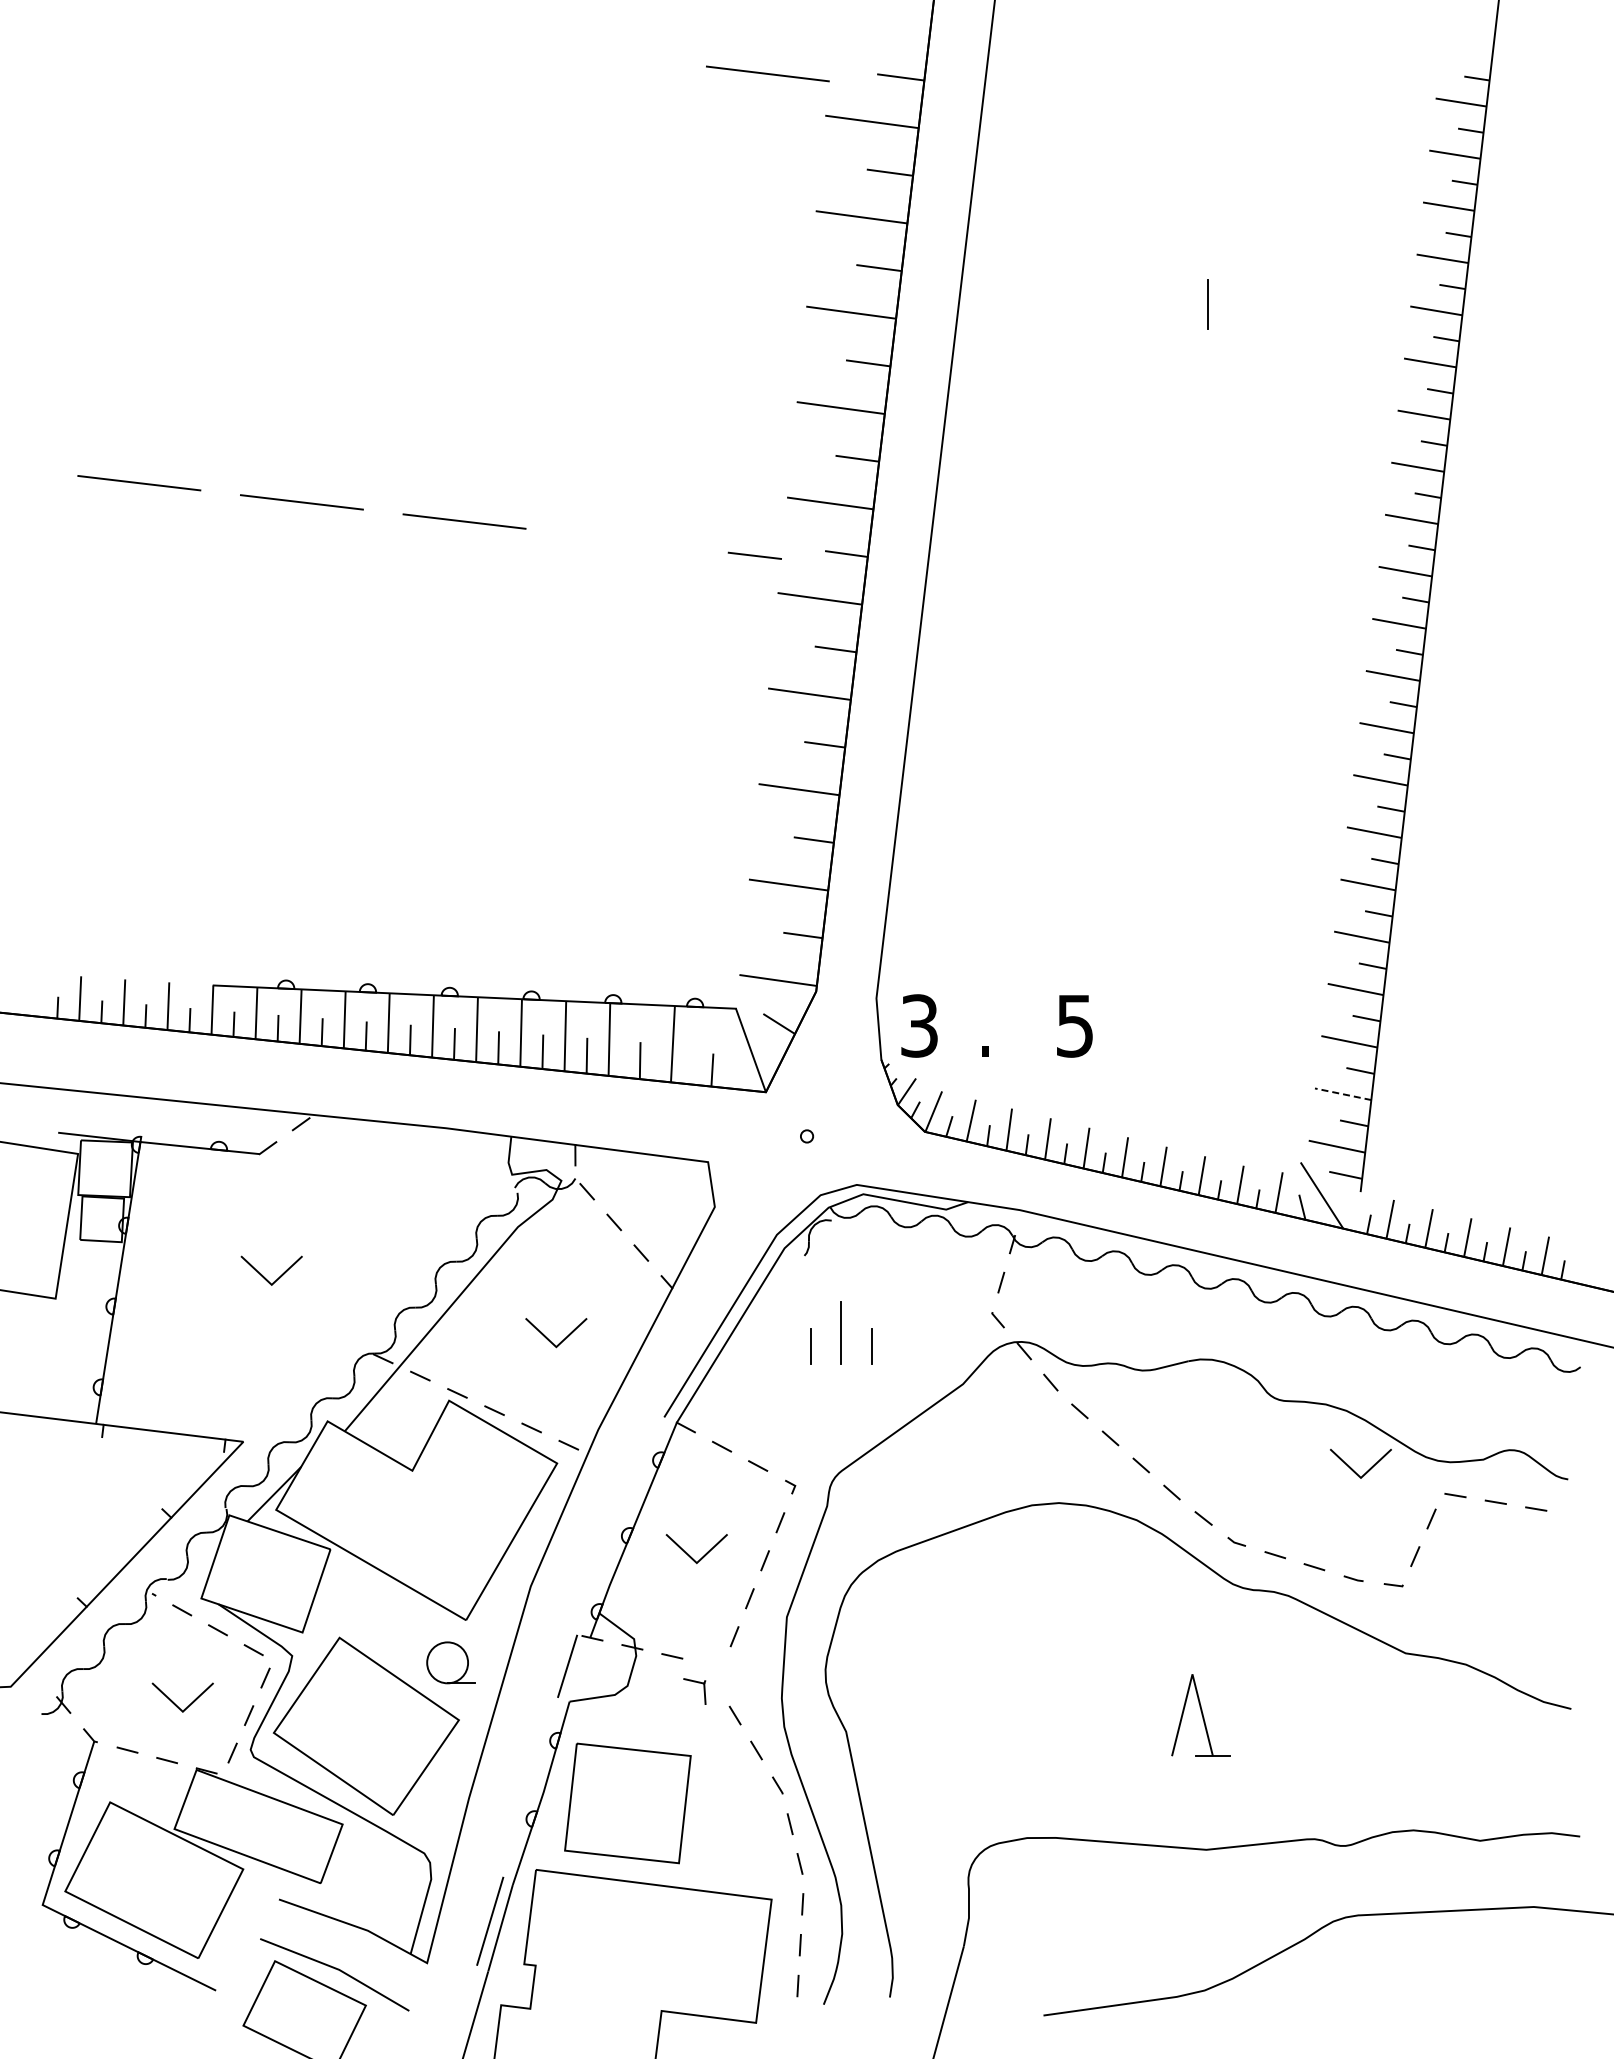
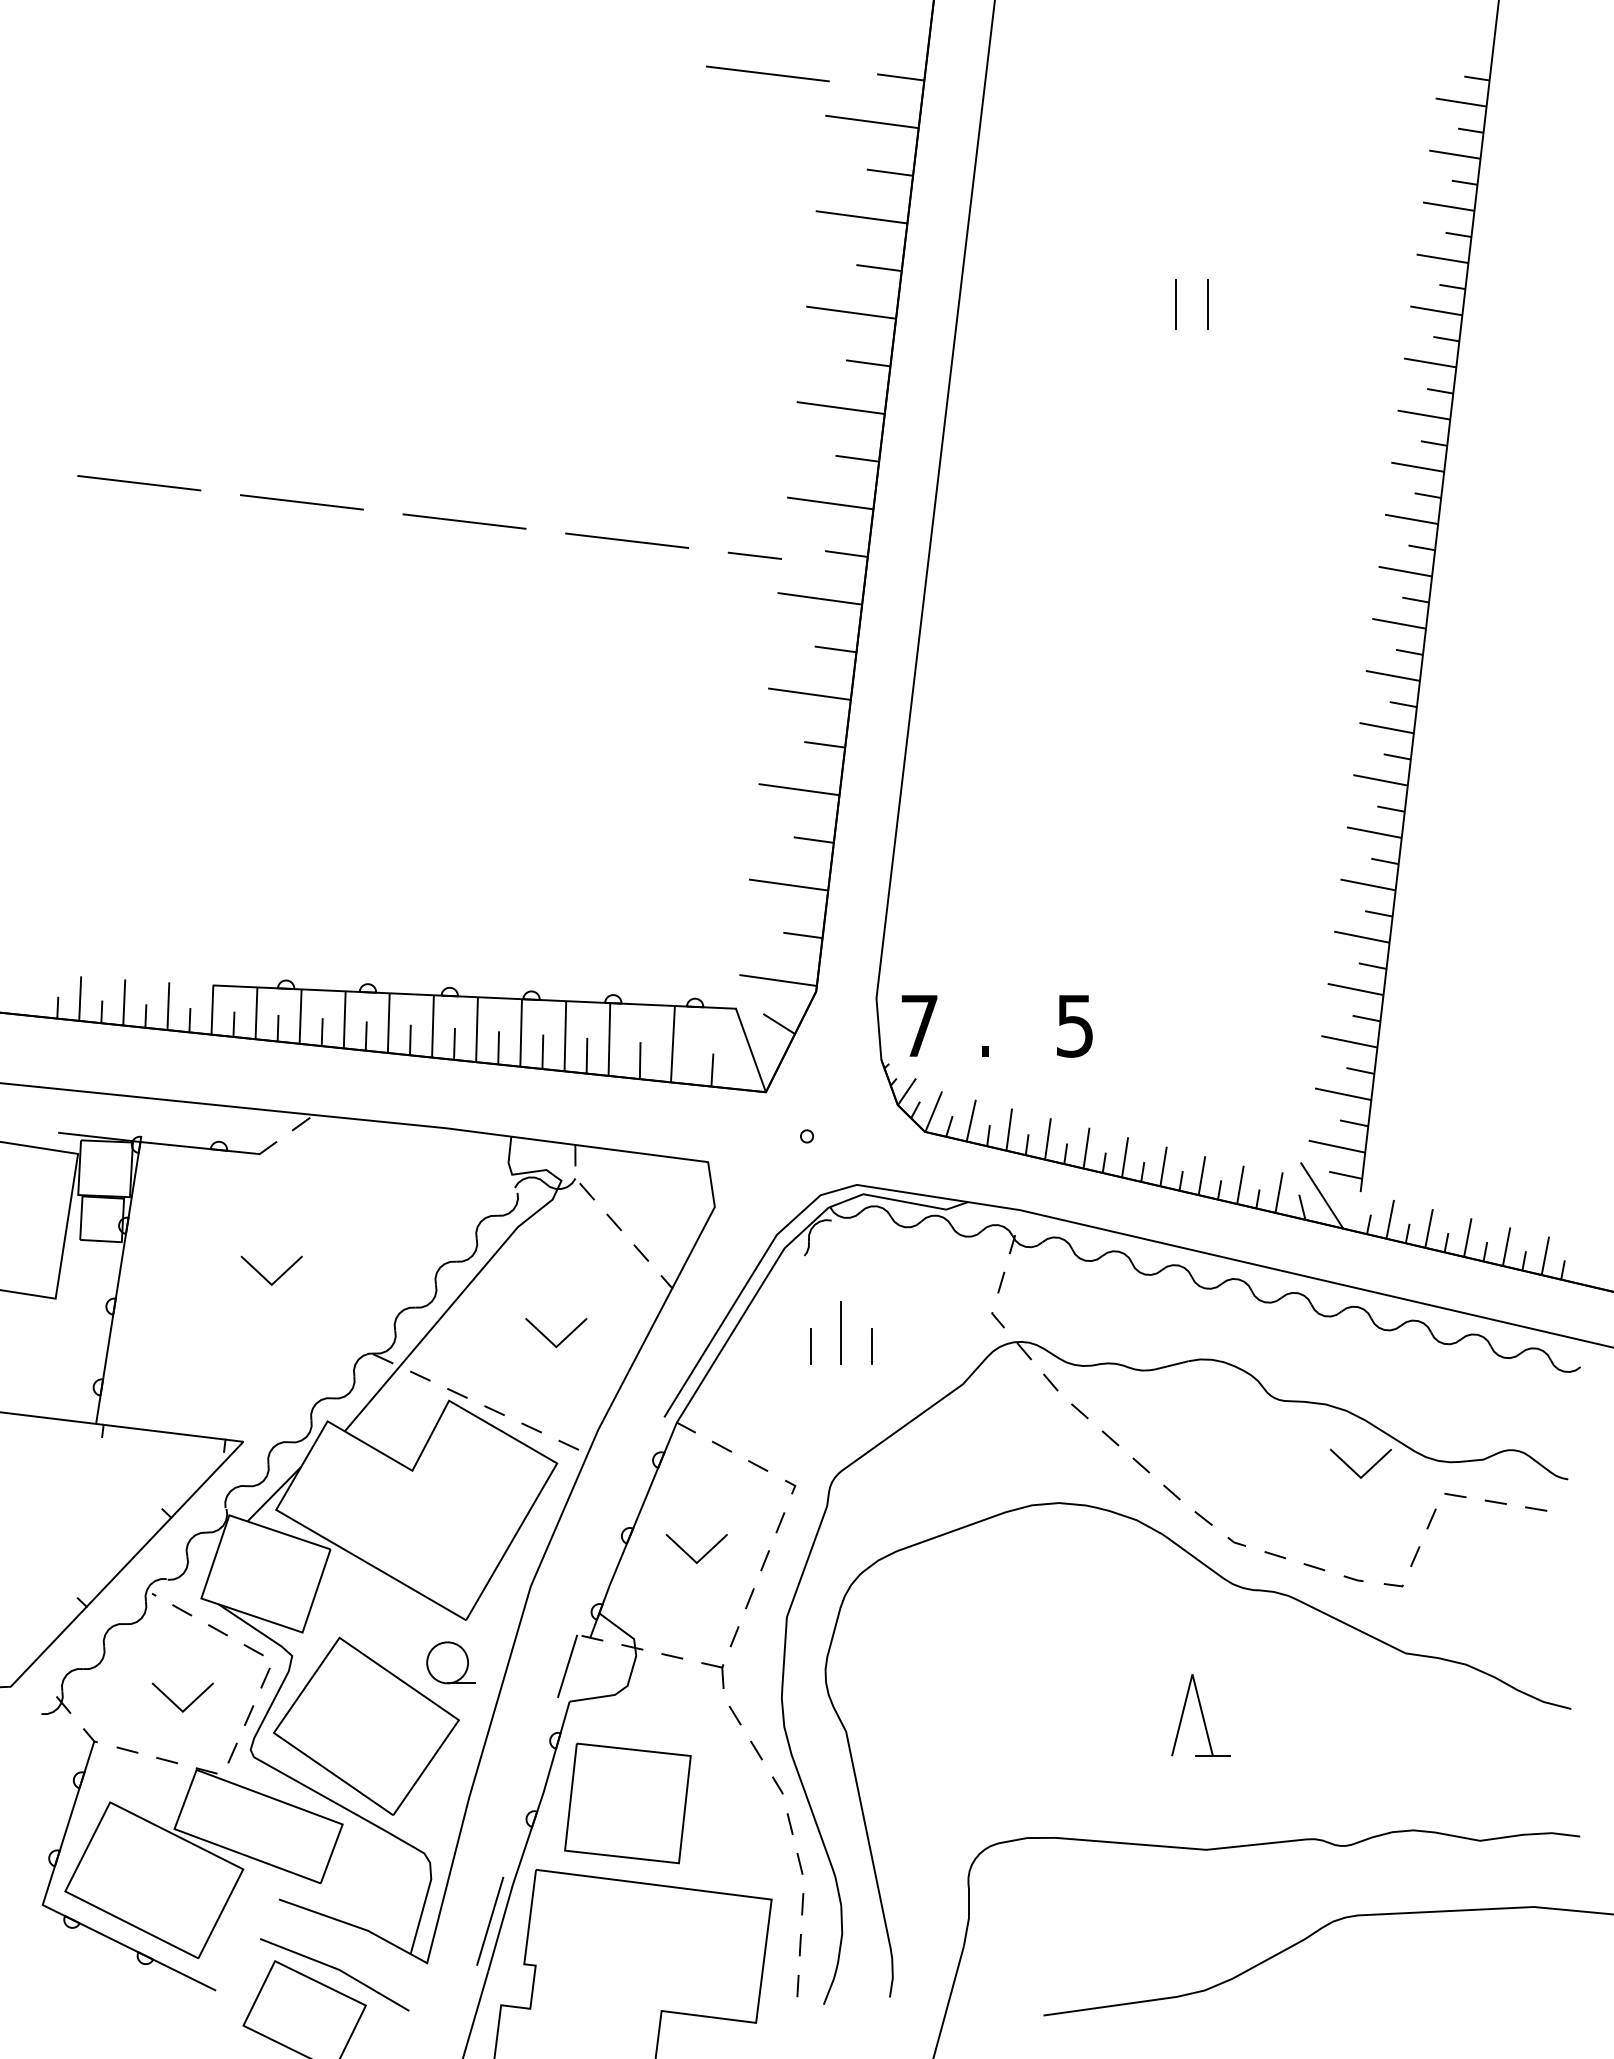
line at (1175, 303): none -> present
line at (627, 540): none -> present
text at (919, 1025): 3 -> 7
line at (1343, 1094): dashed -> solid
part at (698, 1683) position: (698, 1683) -> (716, 1667)
